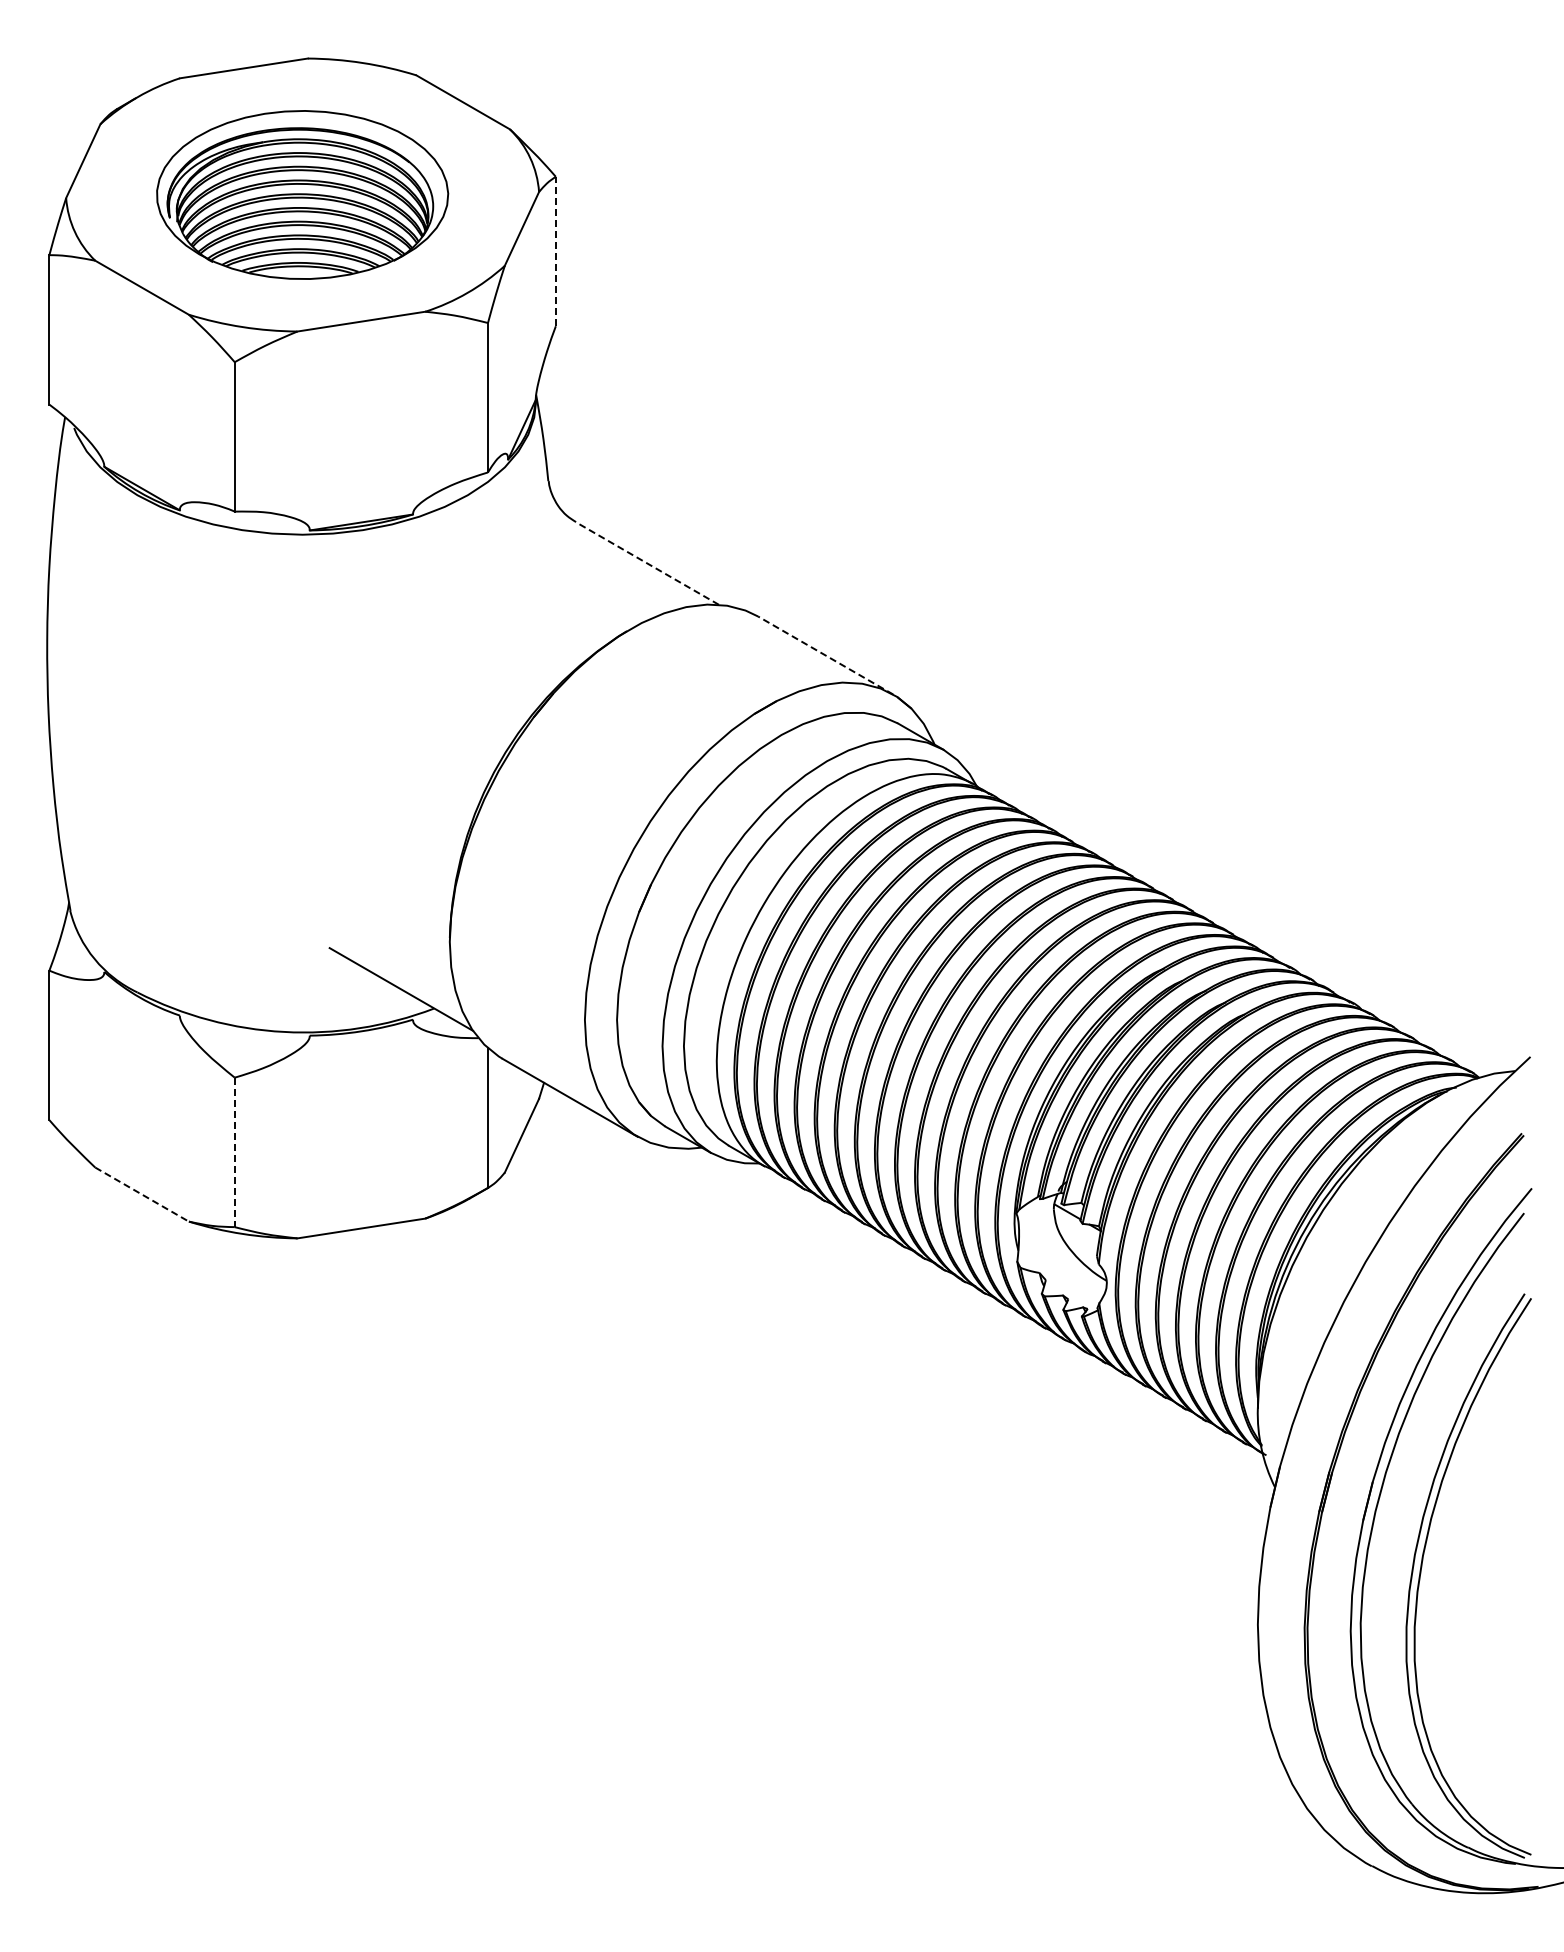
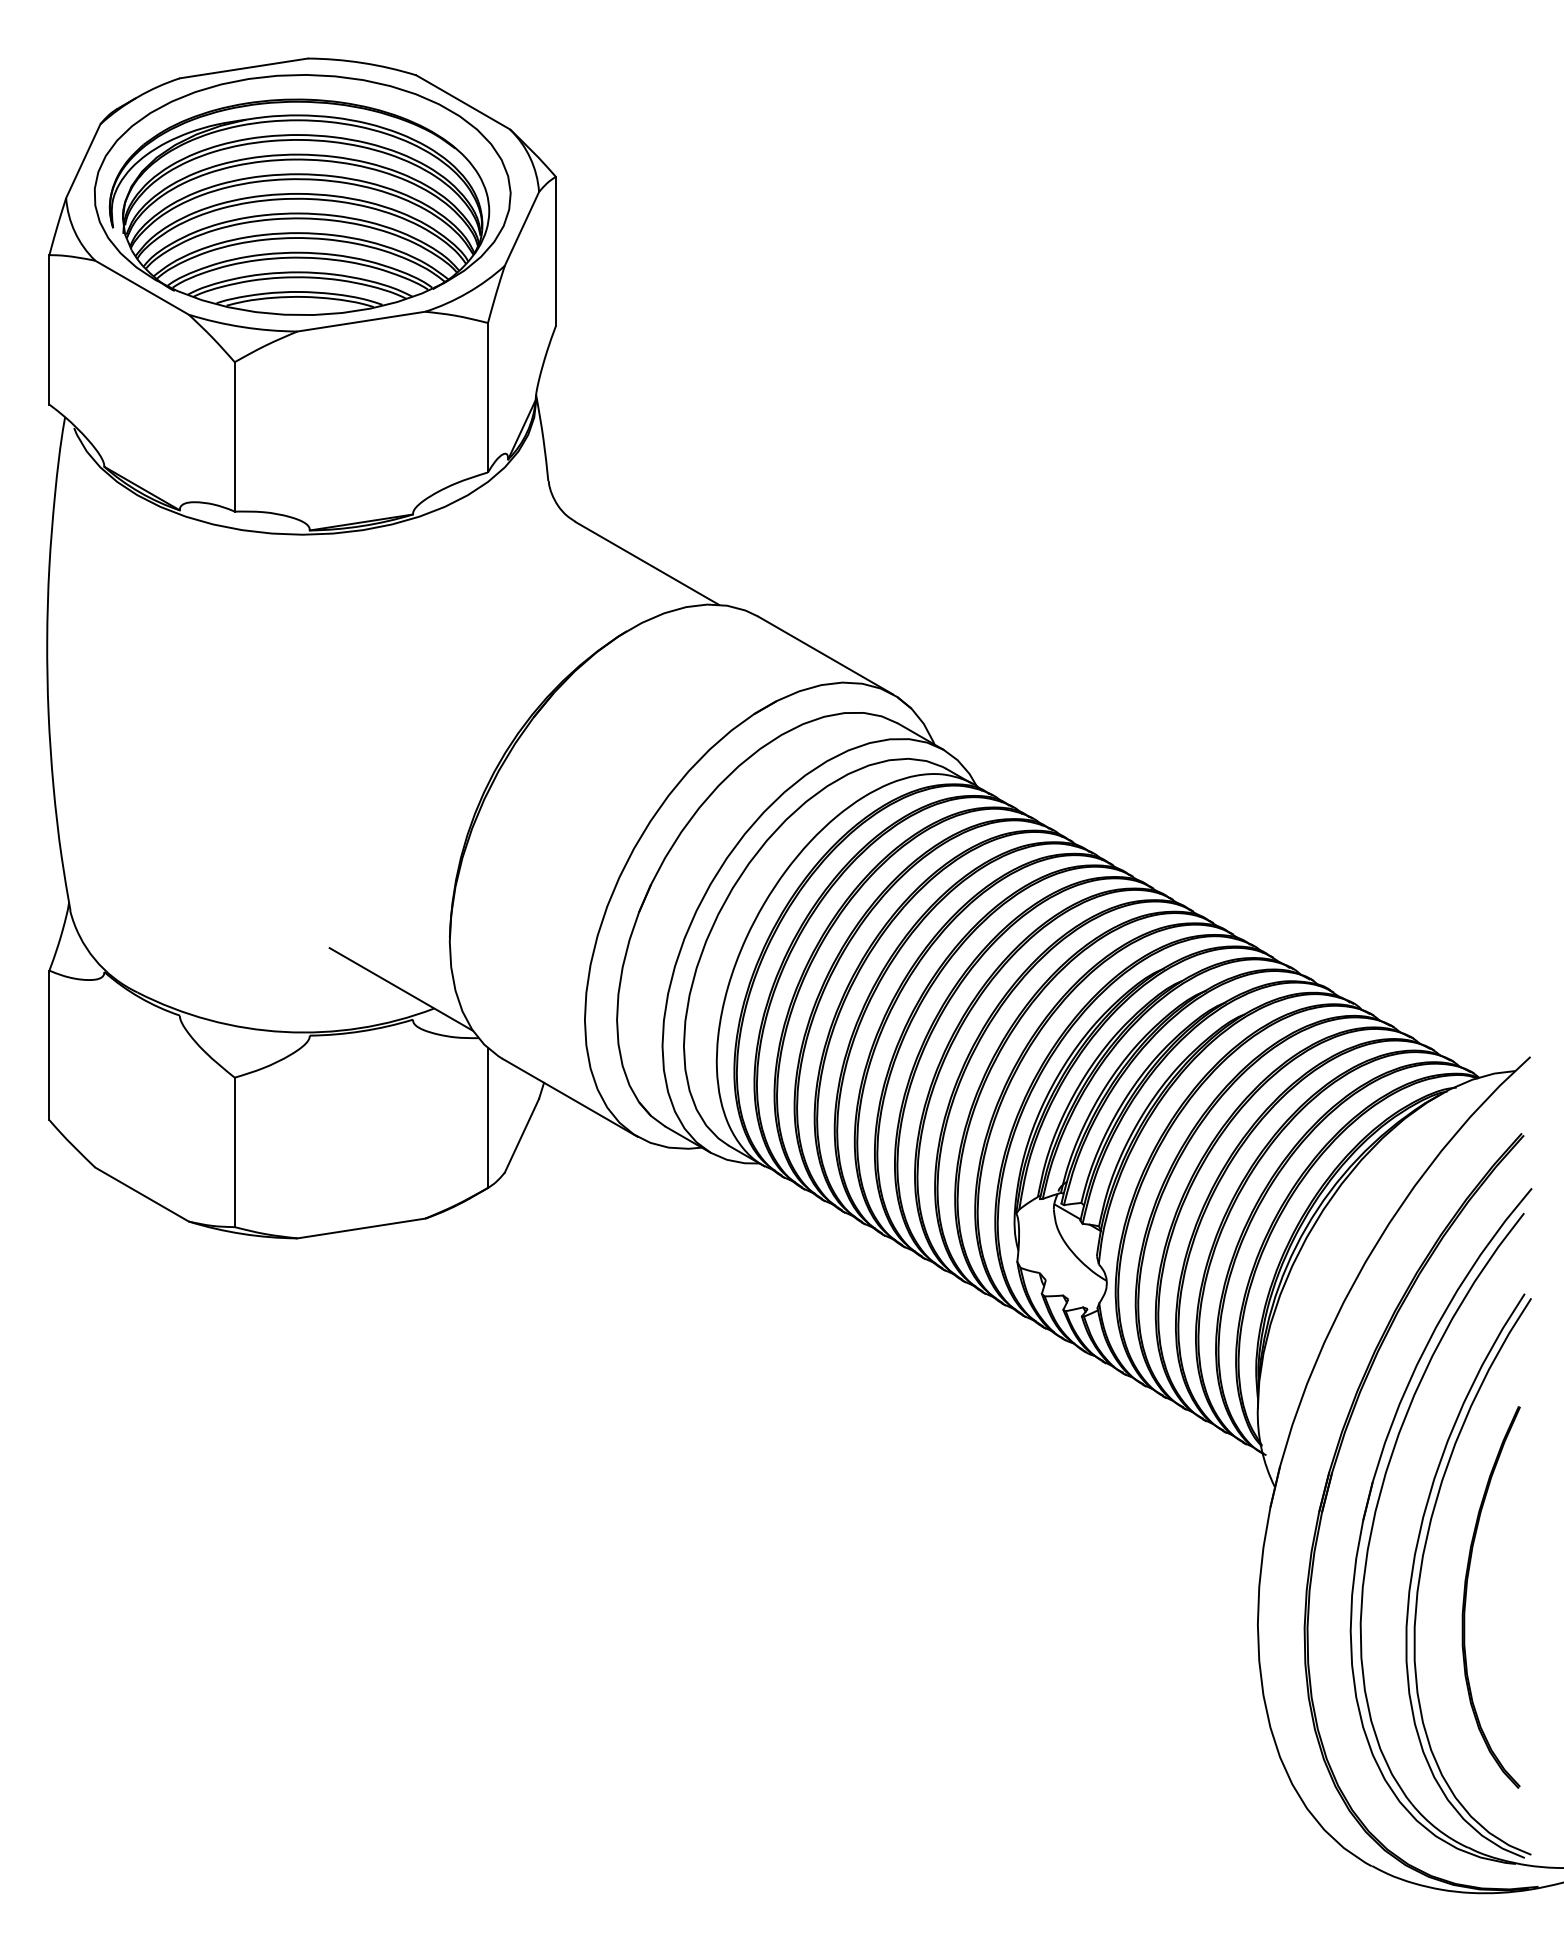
part at (302, 194) size: 294x170 px -> 419x242 px
line at (555, 251): dashed -> solid
line at (647, 563): dashed -> solid
line at (825, 655): dashed -> solid
line at (234, 1152): dashed -> solid
line at (142, 1194): dashed -> solid
part at (1466, 1597): none -> present
